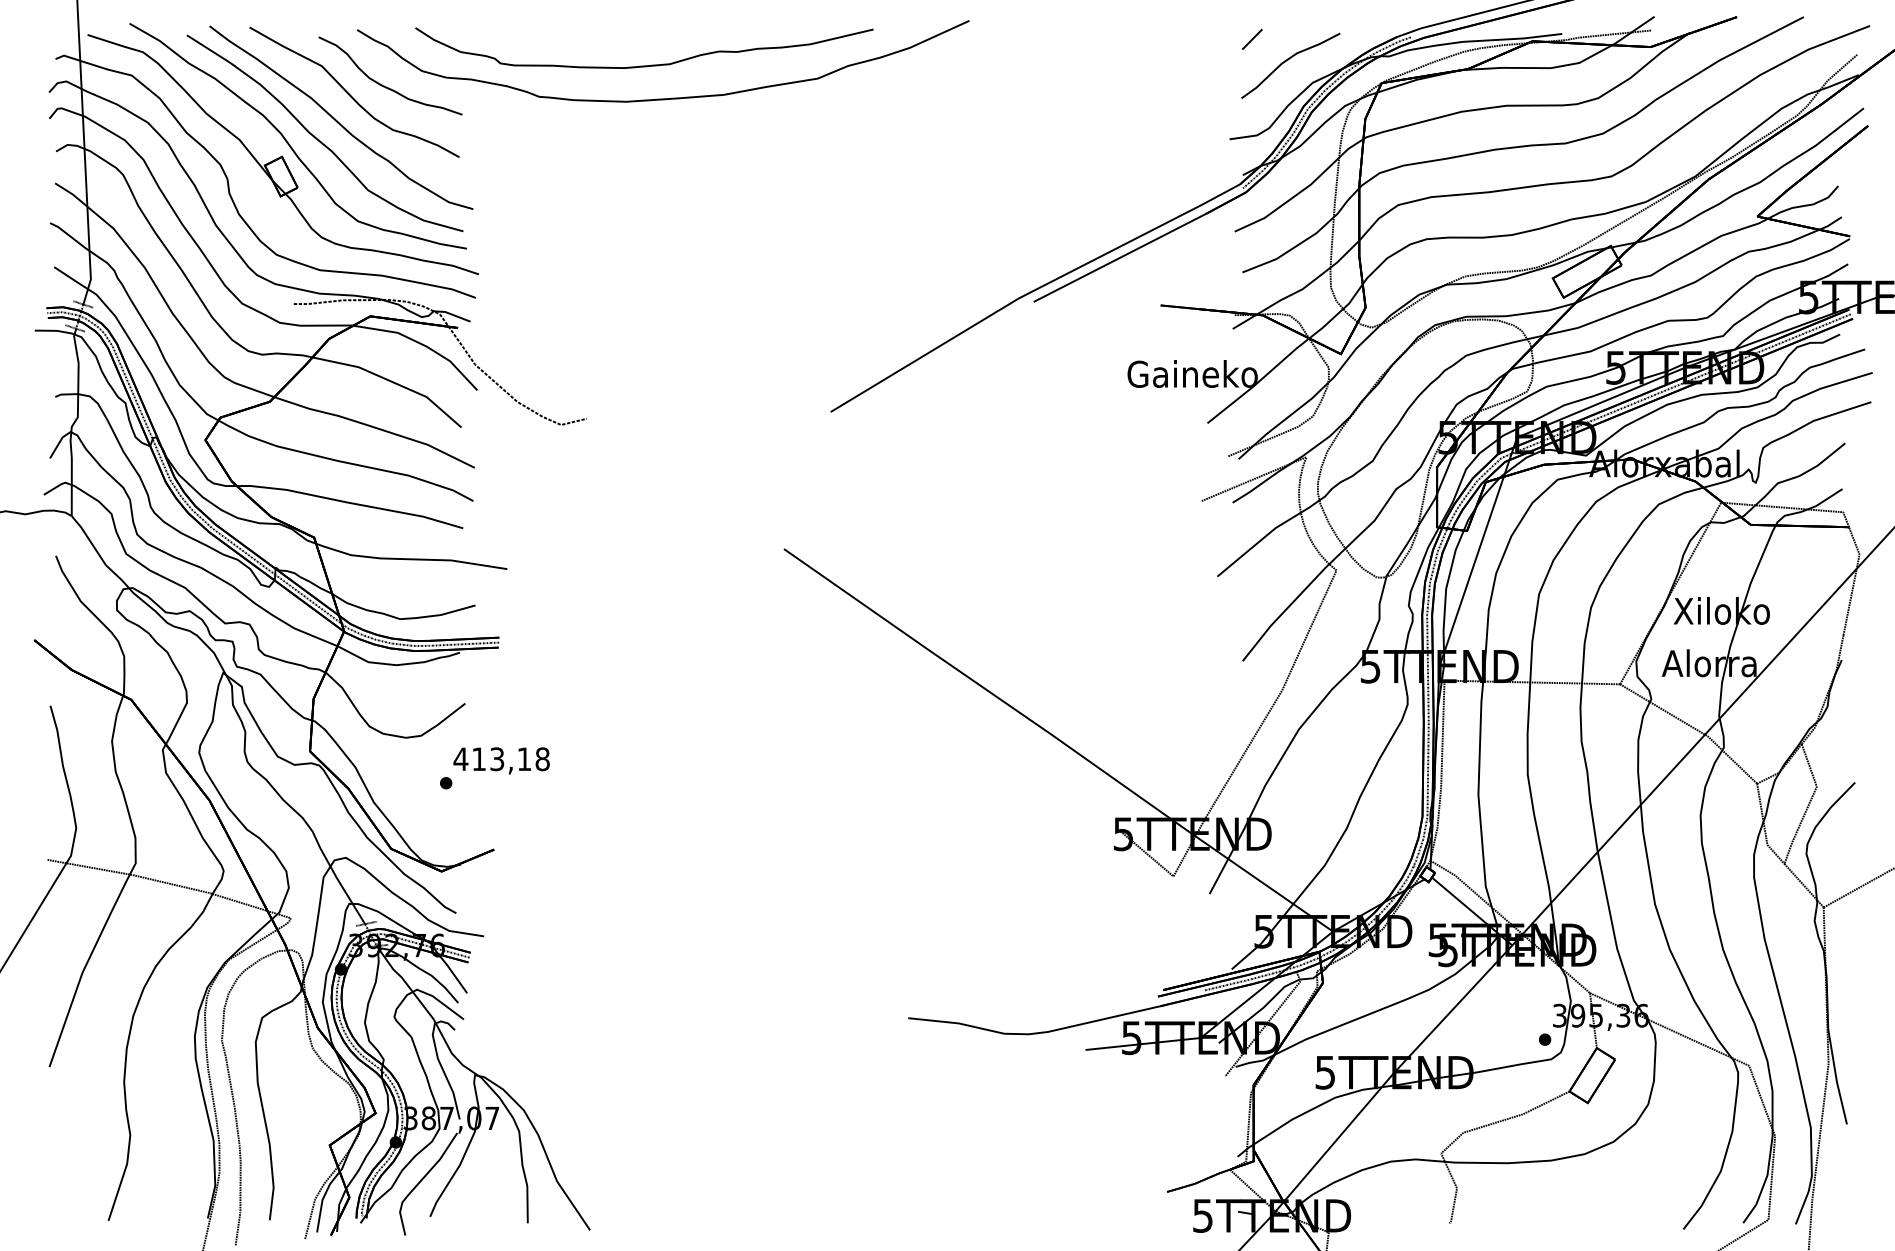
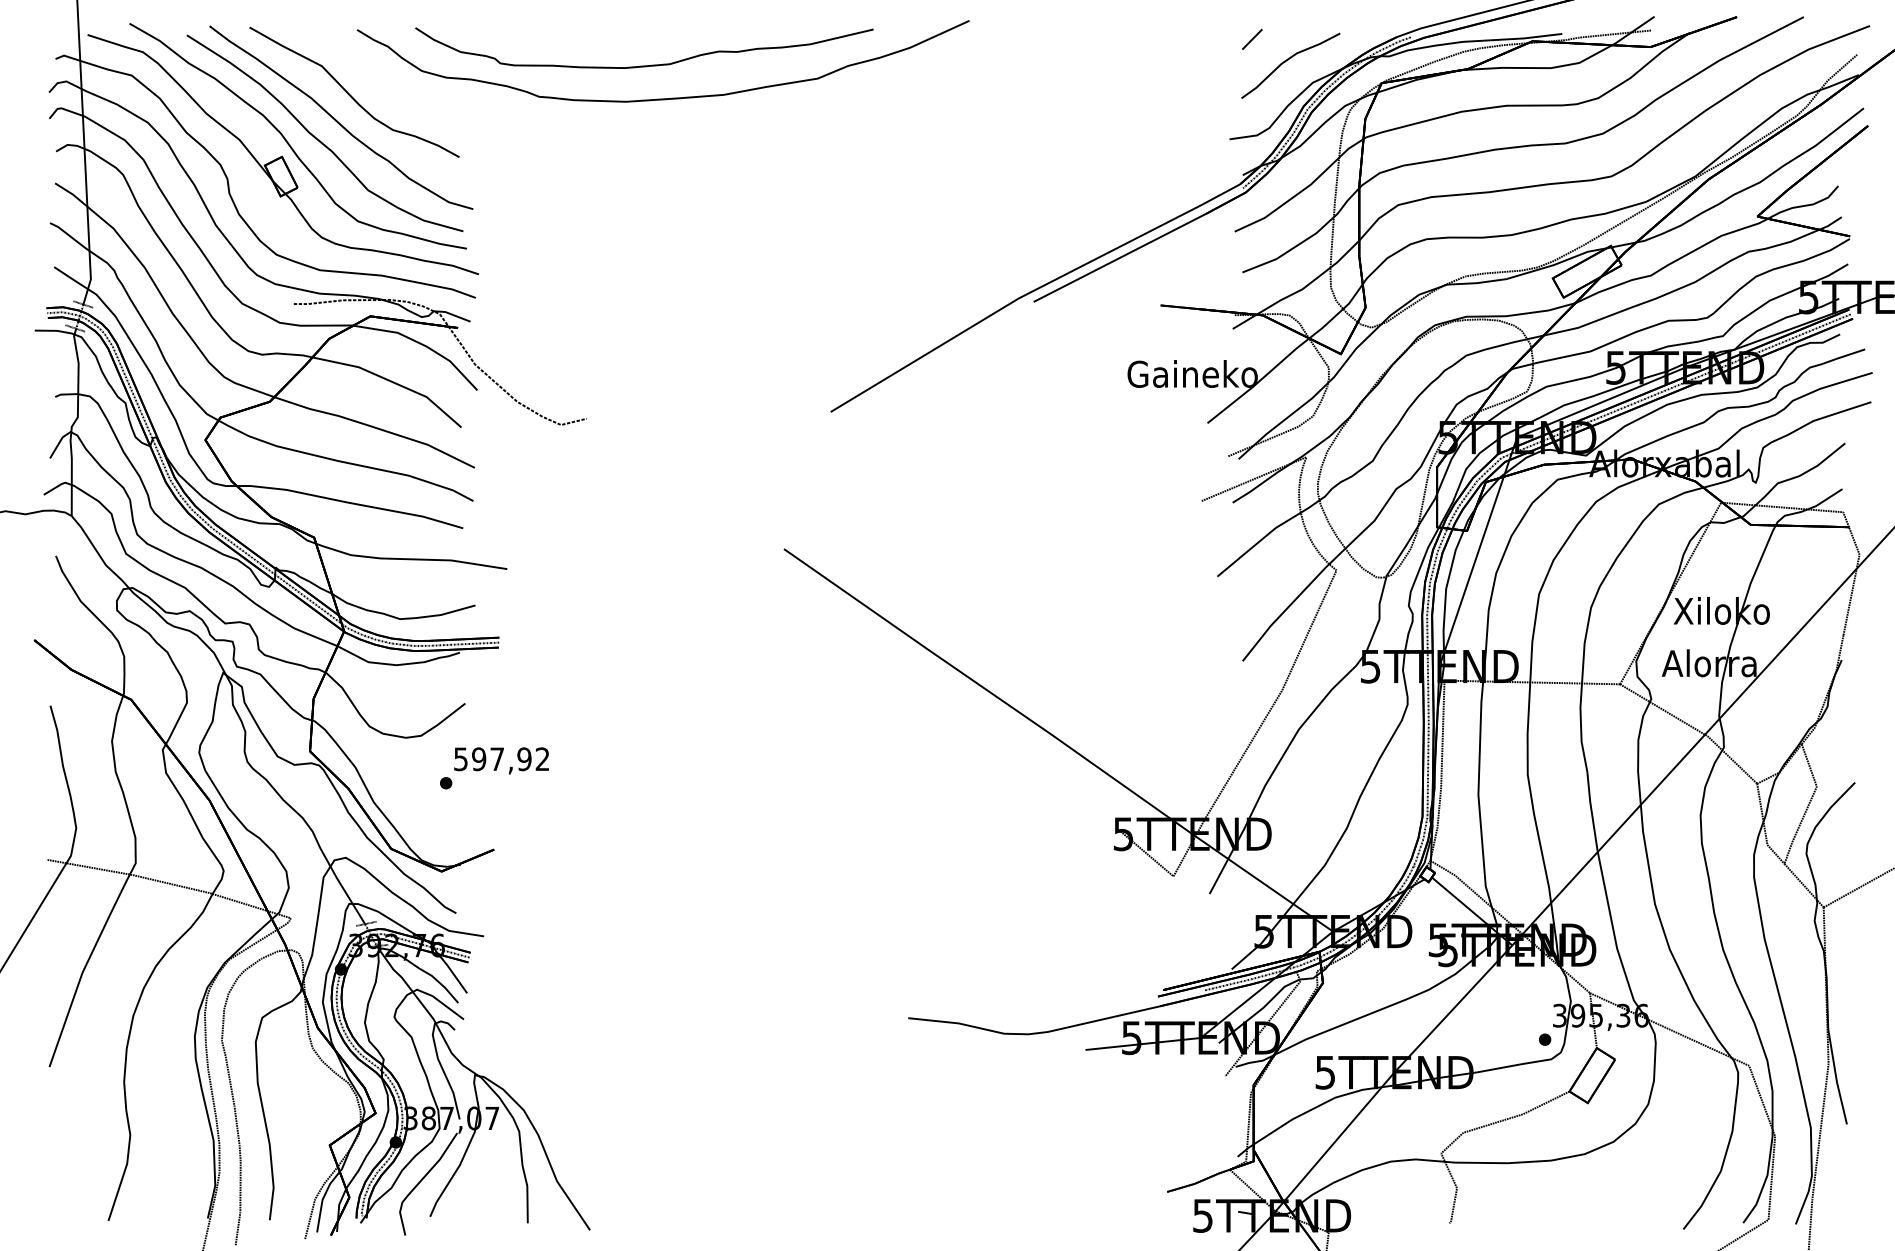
curve at (384, 85): present -> none
text at (501, 759): 413,18 -> 597,92
